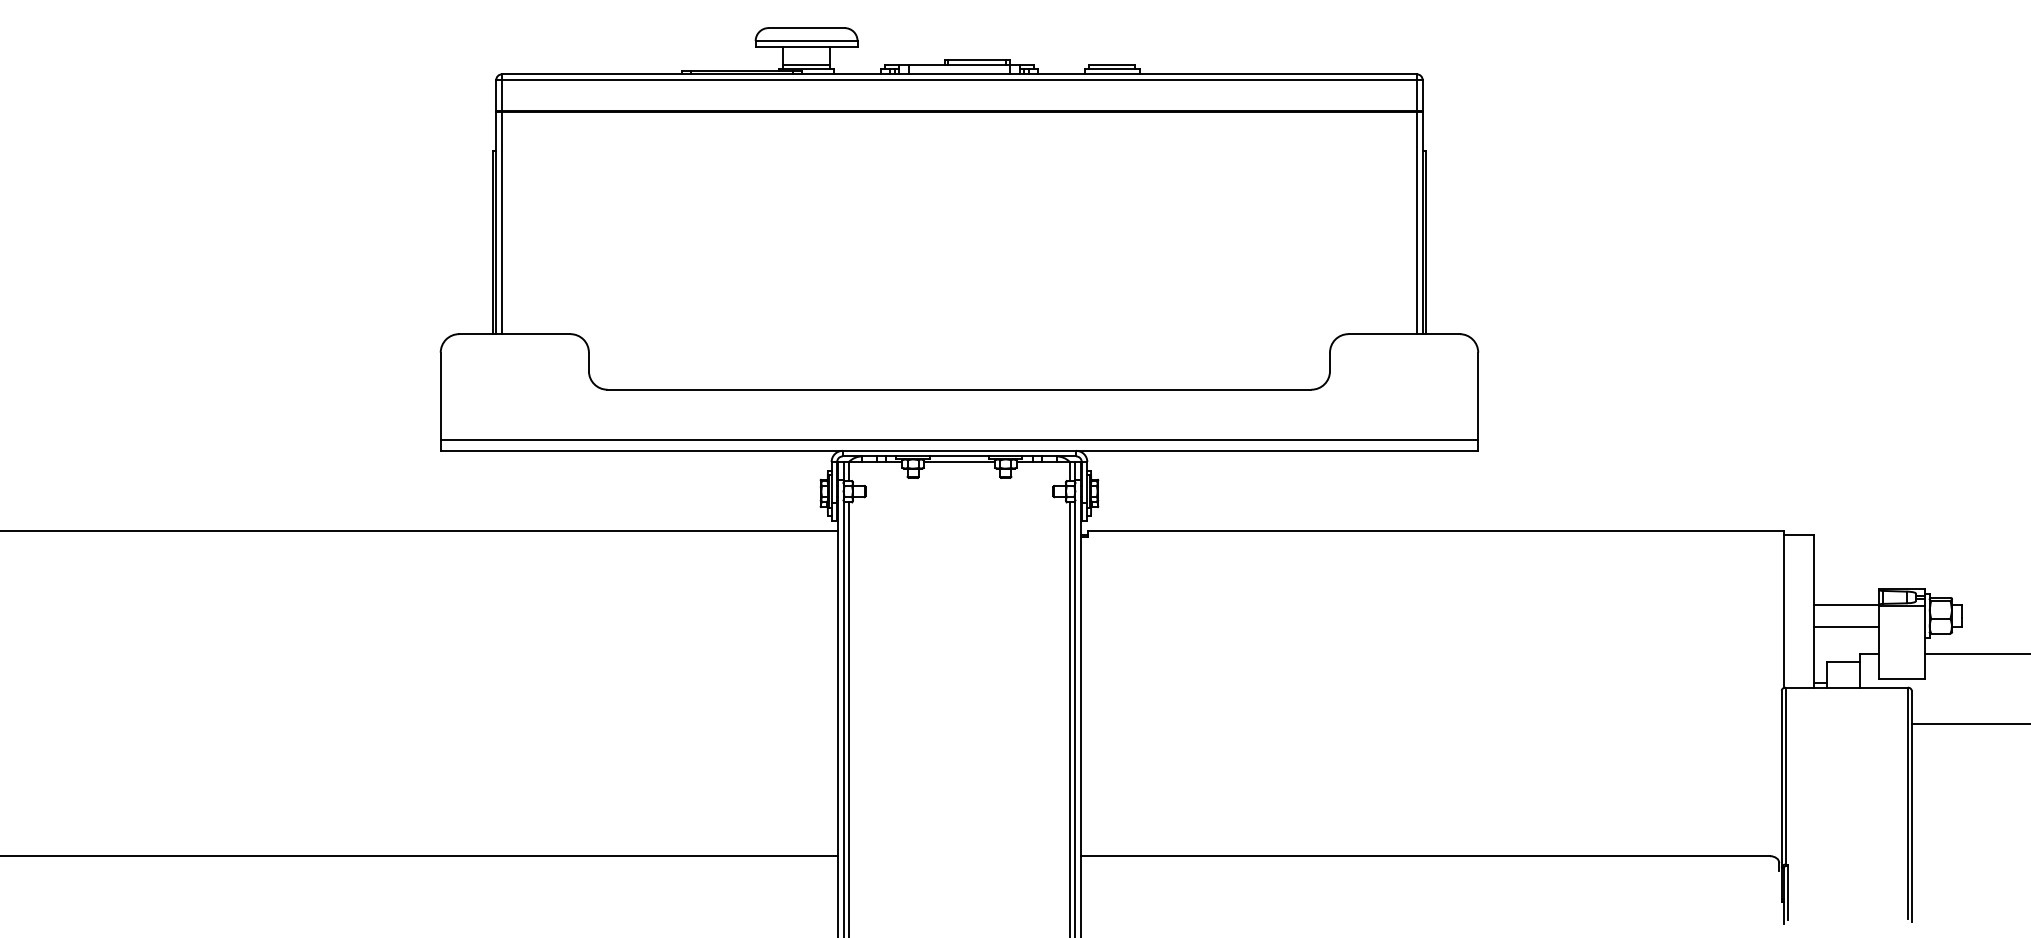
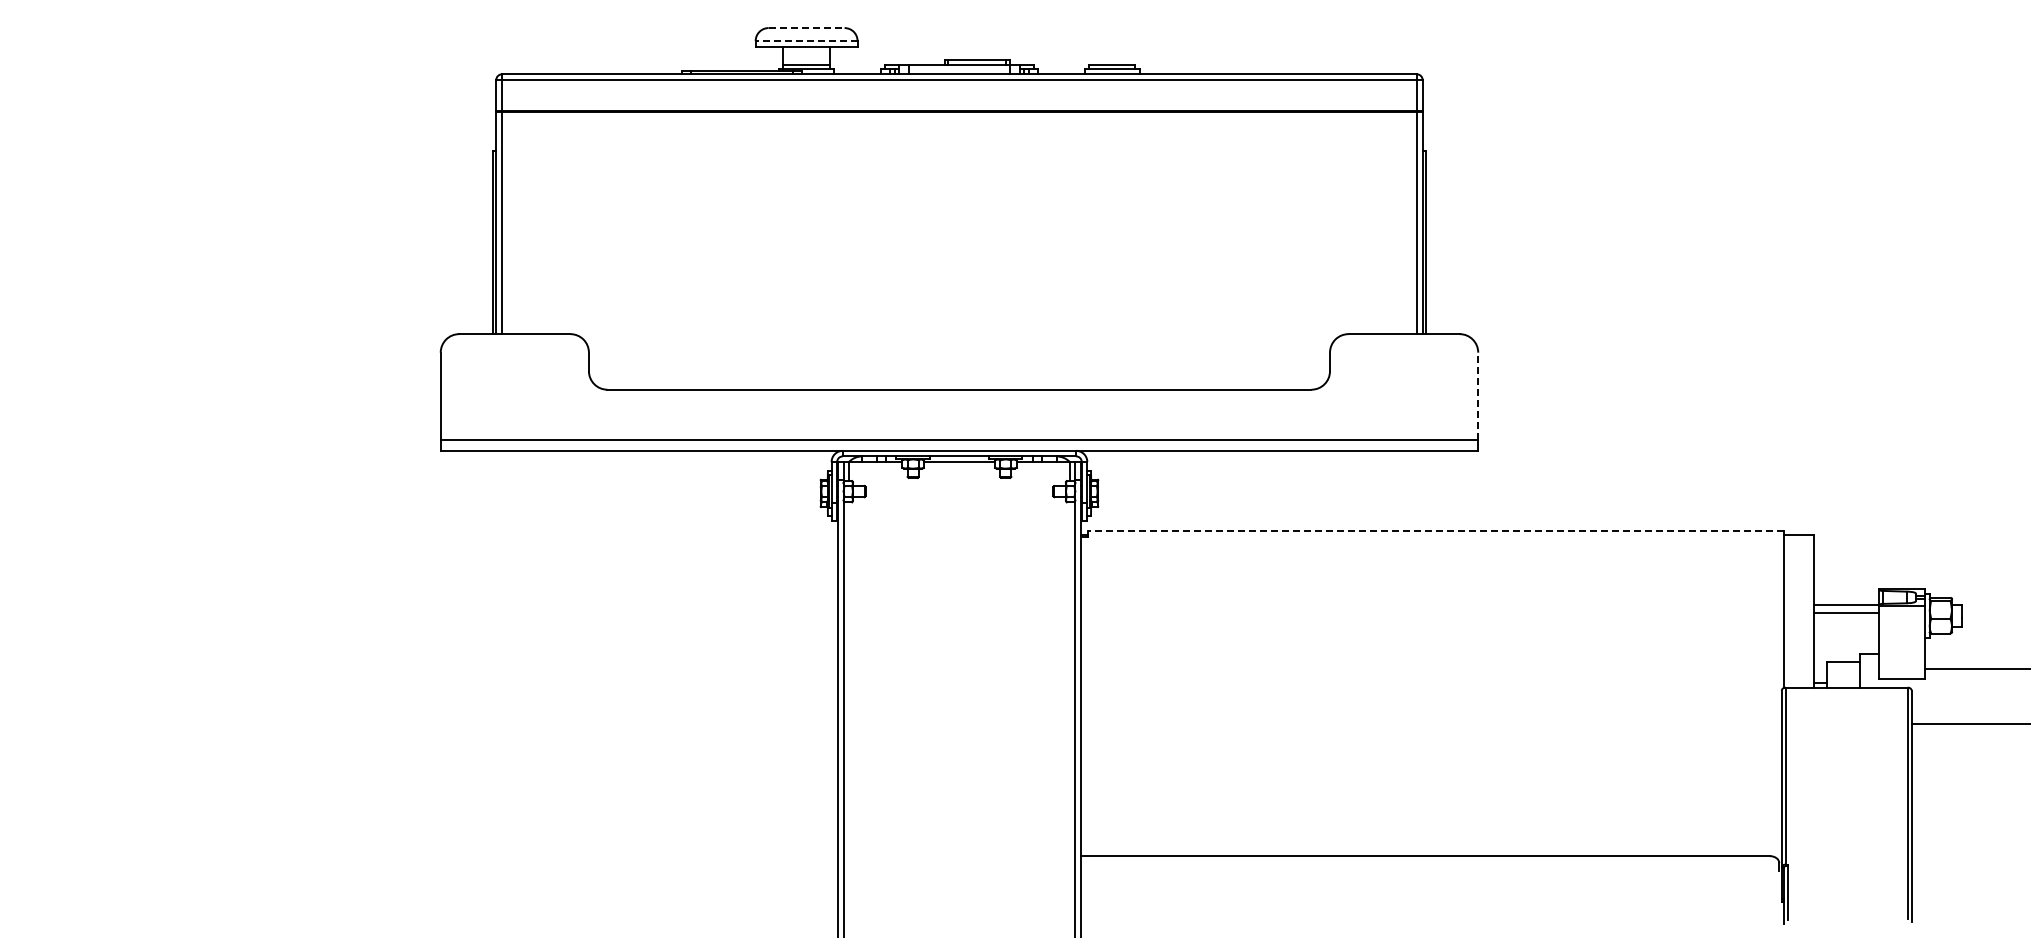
line at (806, 28): solid -> dashed
line at (806, 41): solid -> dashed
line at (1478, 396): solid -> dashed
line at (420, 530): present -> none
line at (1435, 530): solid -> dashed
line at (1845, 626) position: (1845, 626) -> (1845, 612)
line at (1976, 654) position: (1976, 654) -> (1976, 669)
line at (849, 718): present -> none
line at (1069, 718): present -> none
line at (420, 856): present -> none
